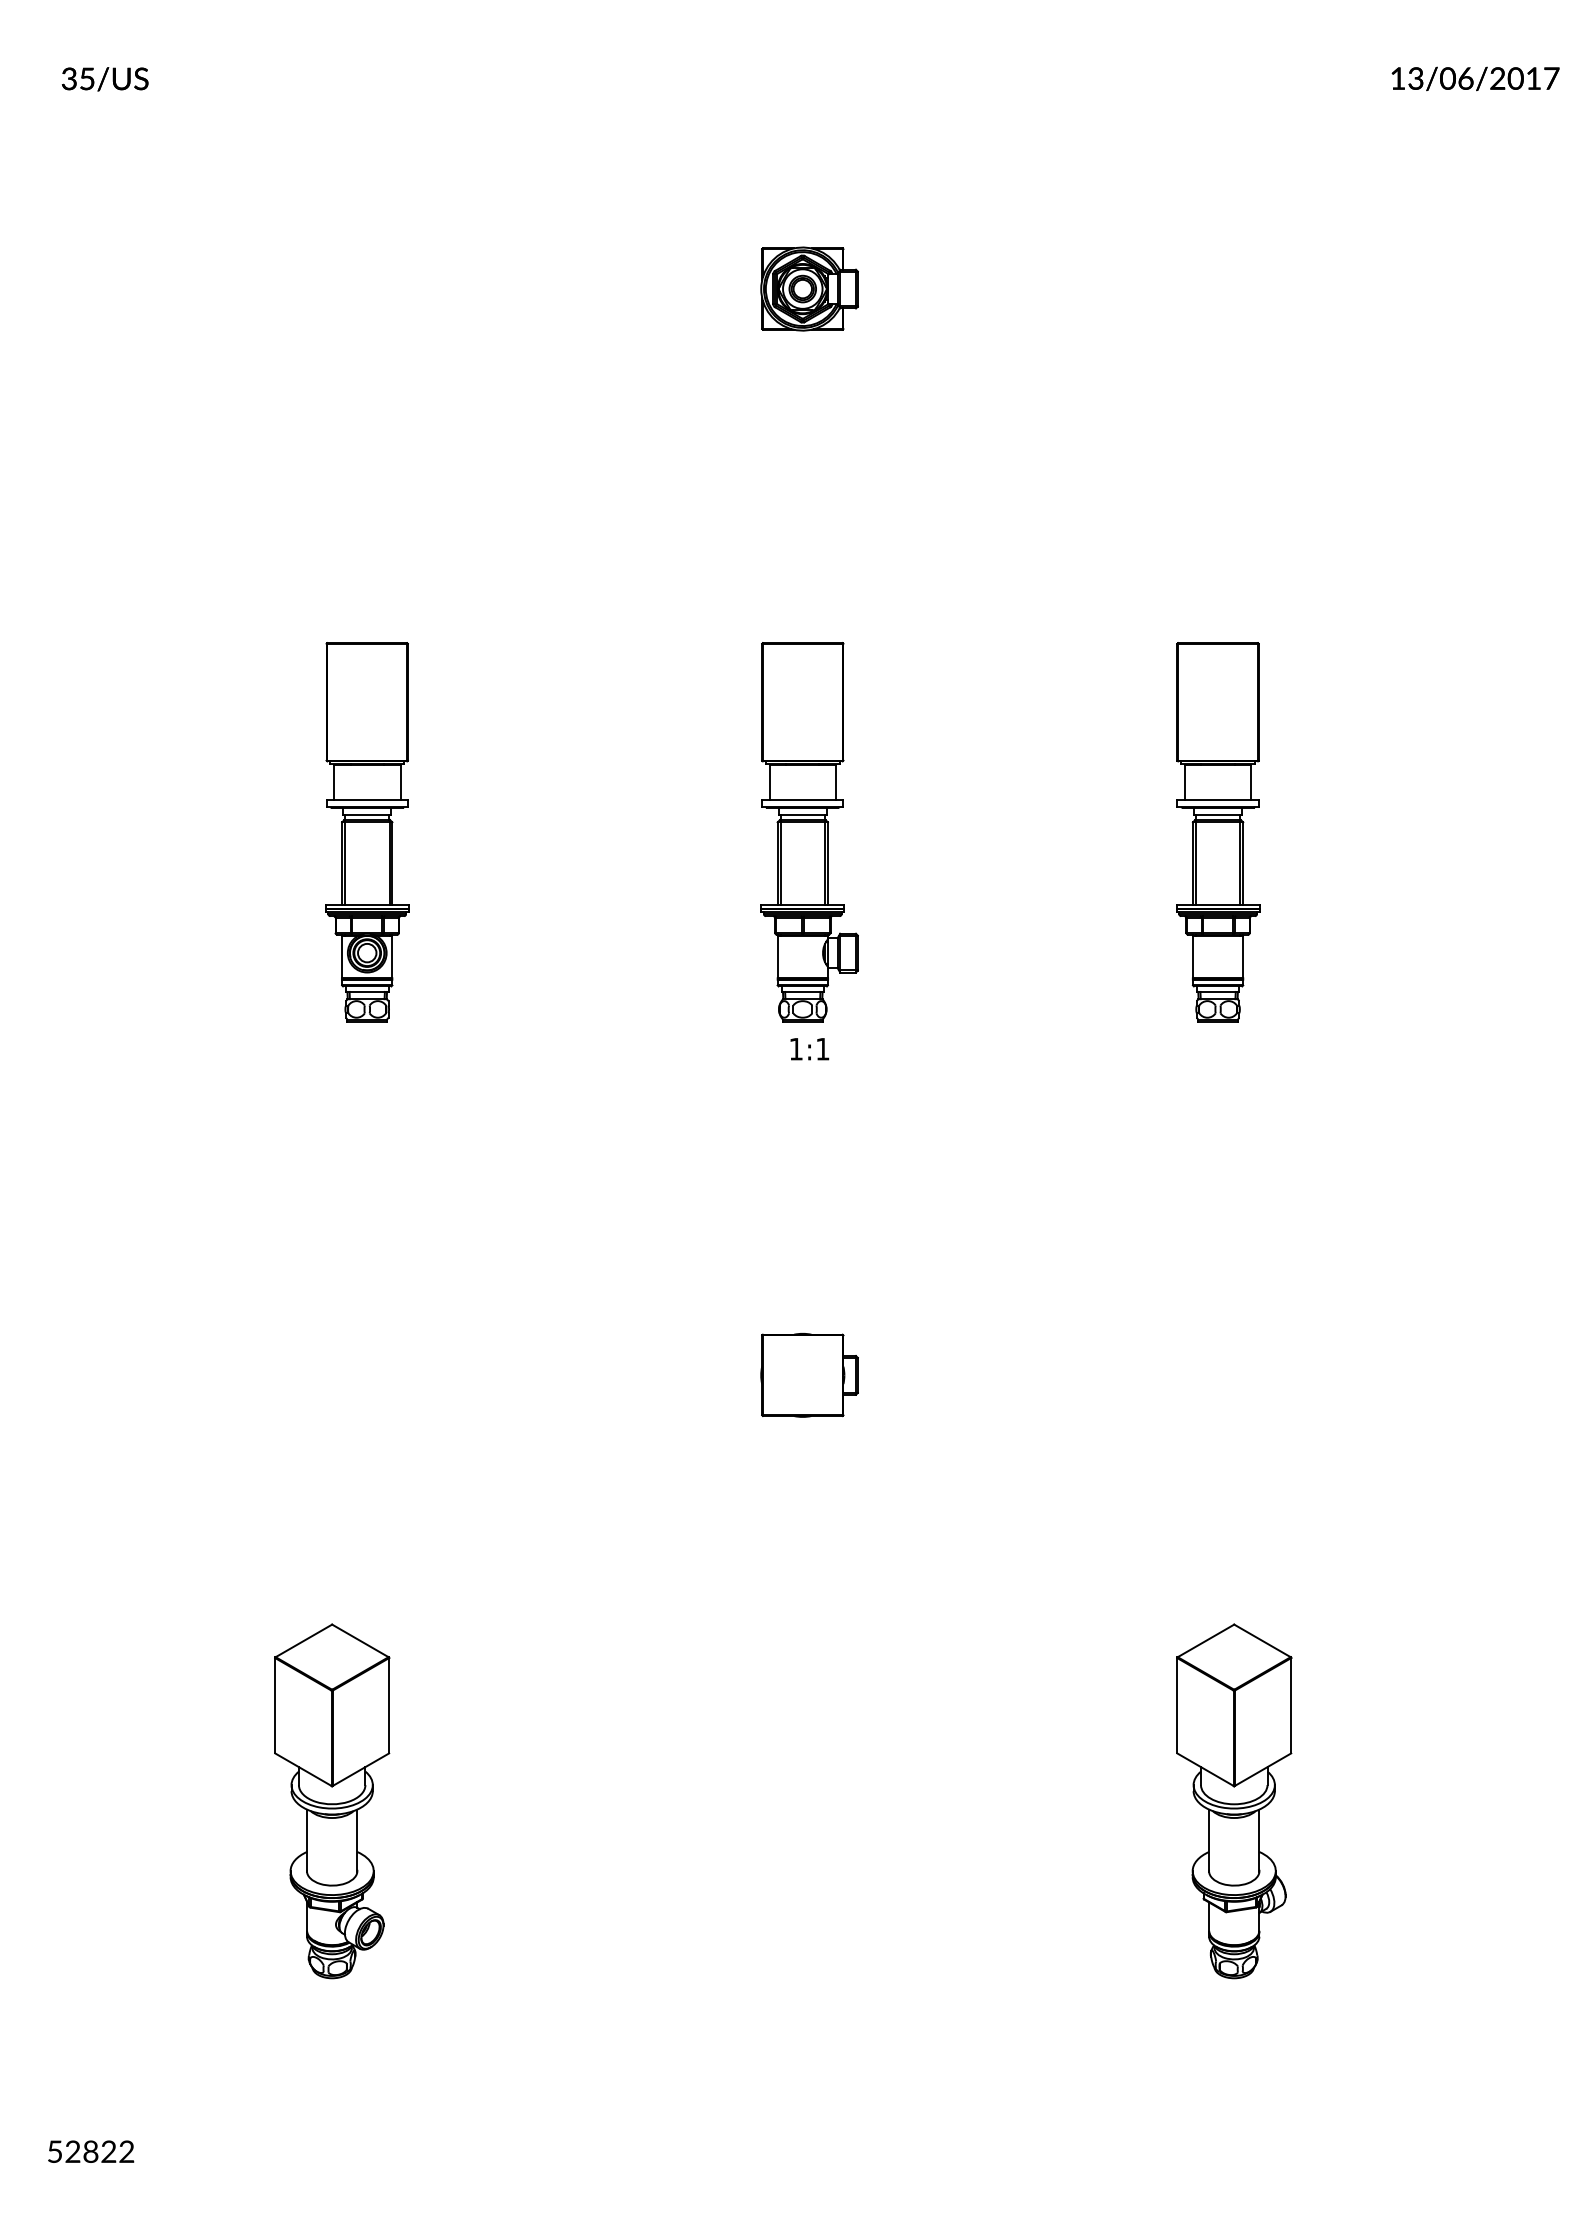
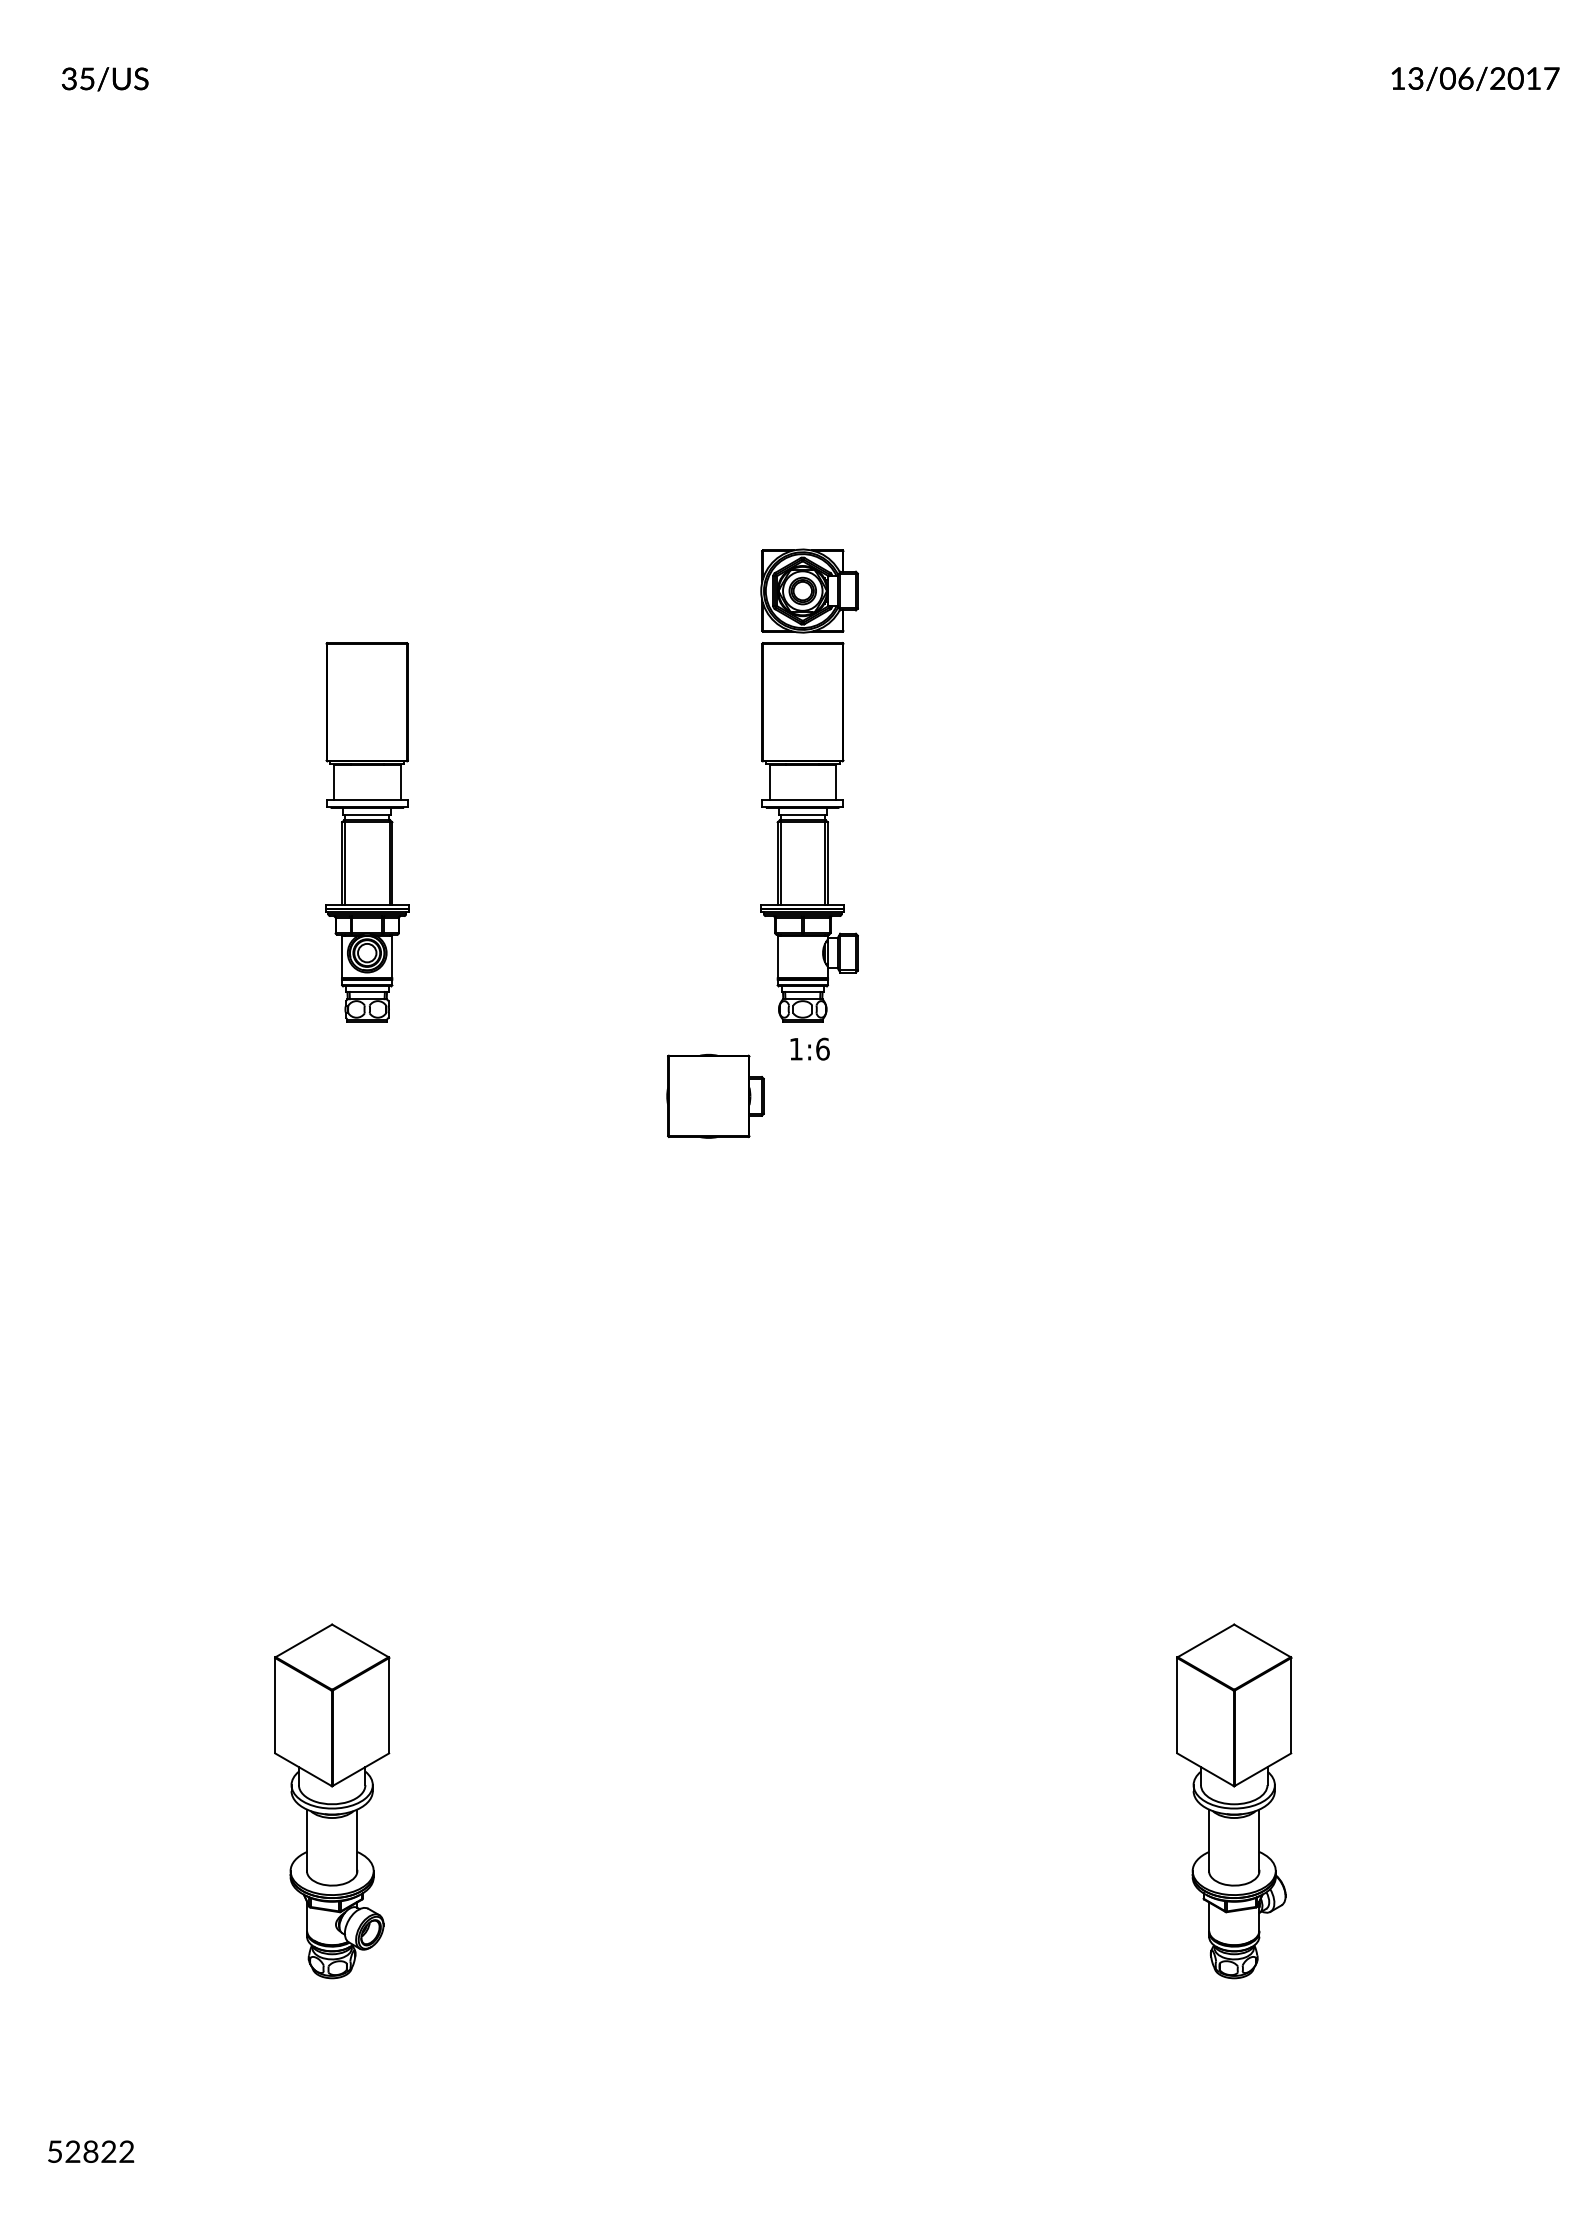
part at (809, 288) position: (809, 288) -> (809, 590)
part at (1218, 832): present -> none
text at (822, 1048): 1:1 -> 1:6
part at (809, 1375) position: (809, 1375) -> (715, 1096)
